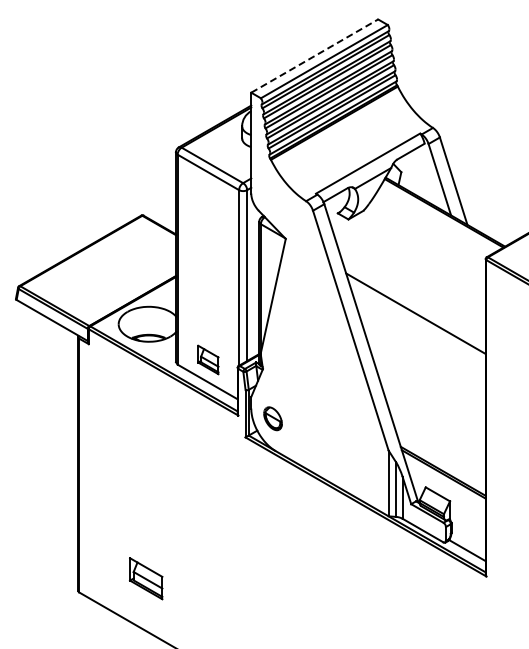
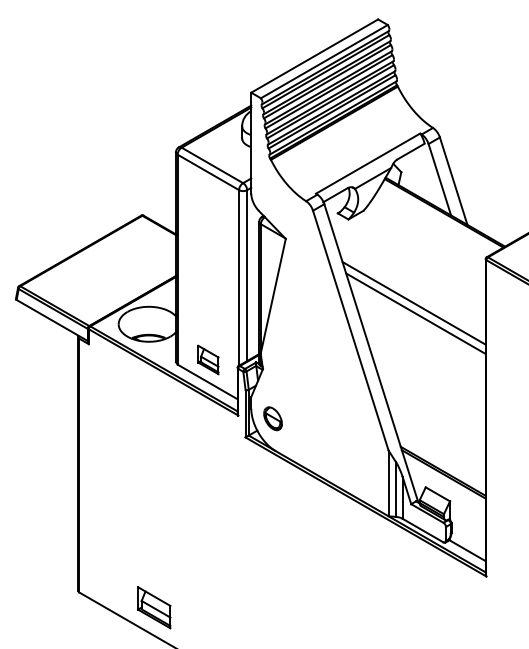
line at (315, 55): dashed -> solid
line at (413, 303): none -> present
part at (146, 578) position: (146, 578) -> (154, 607)
